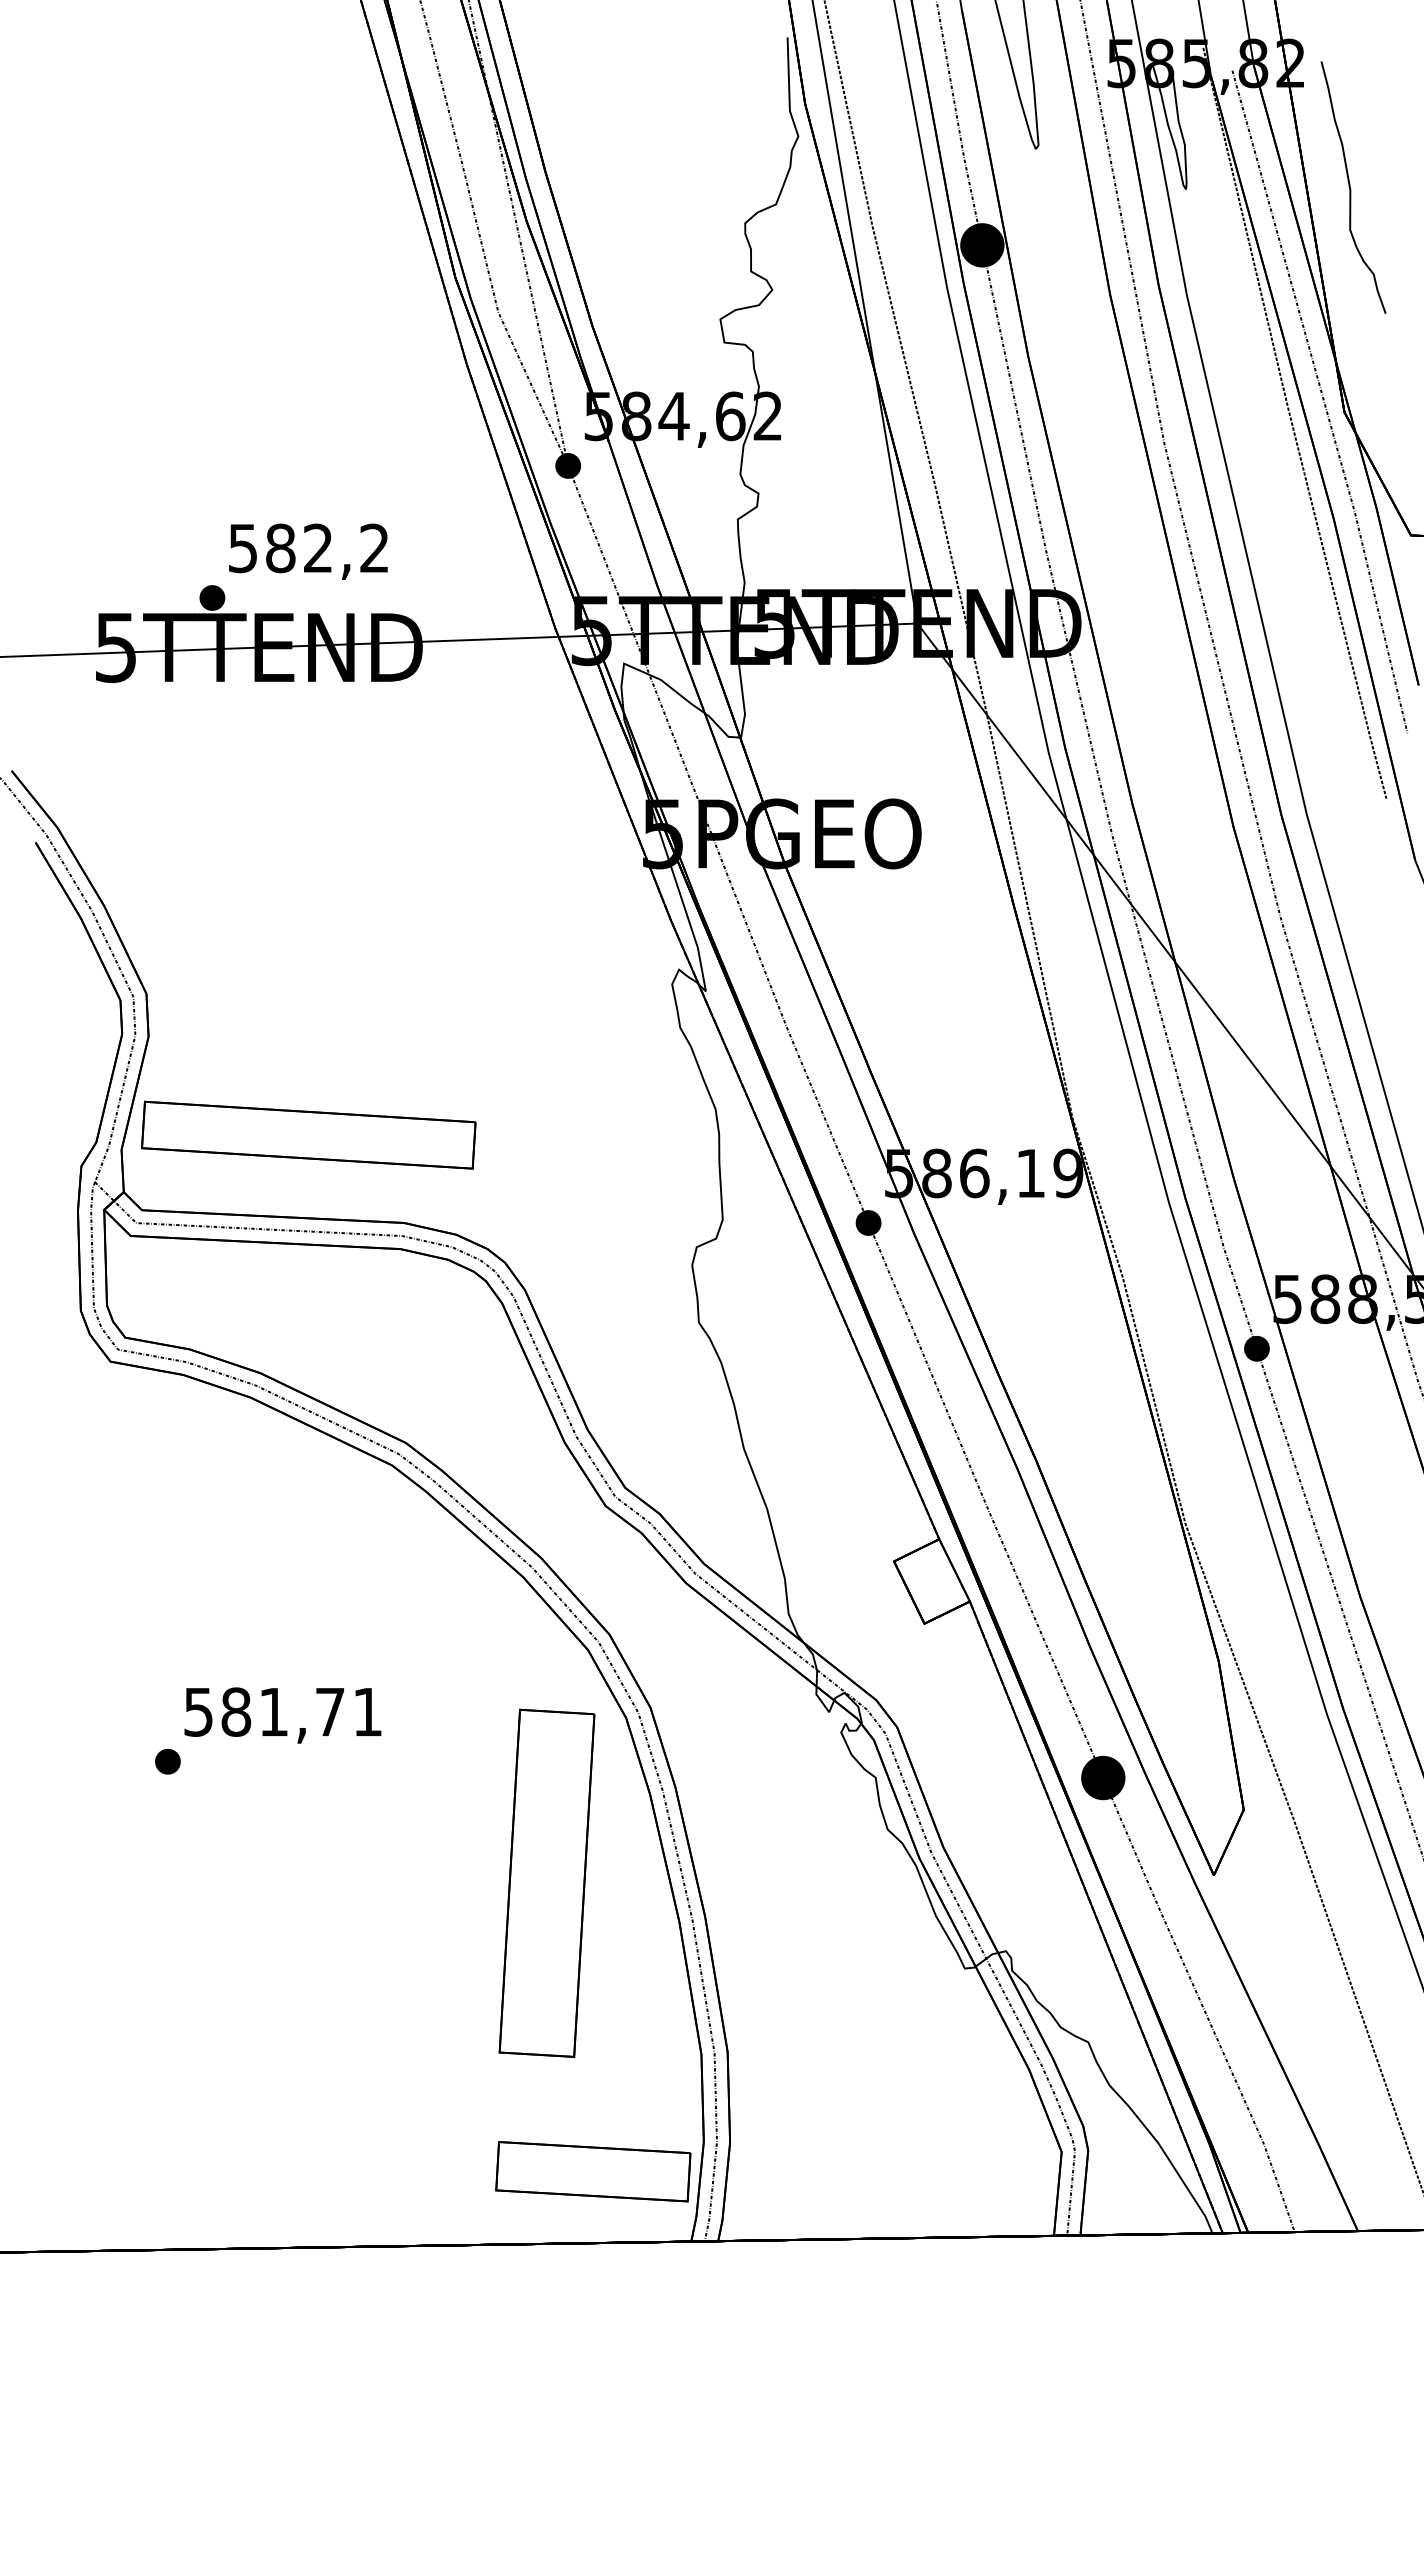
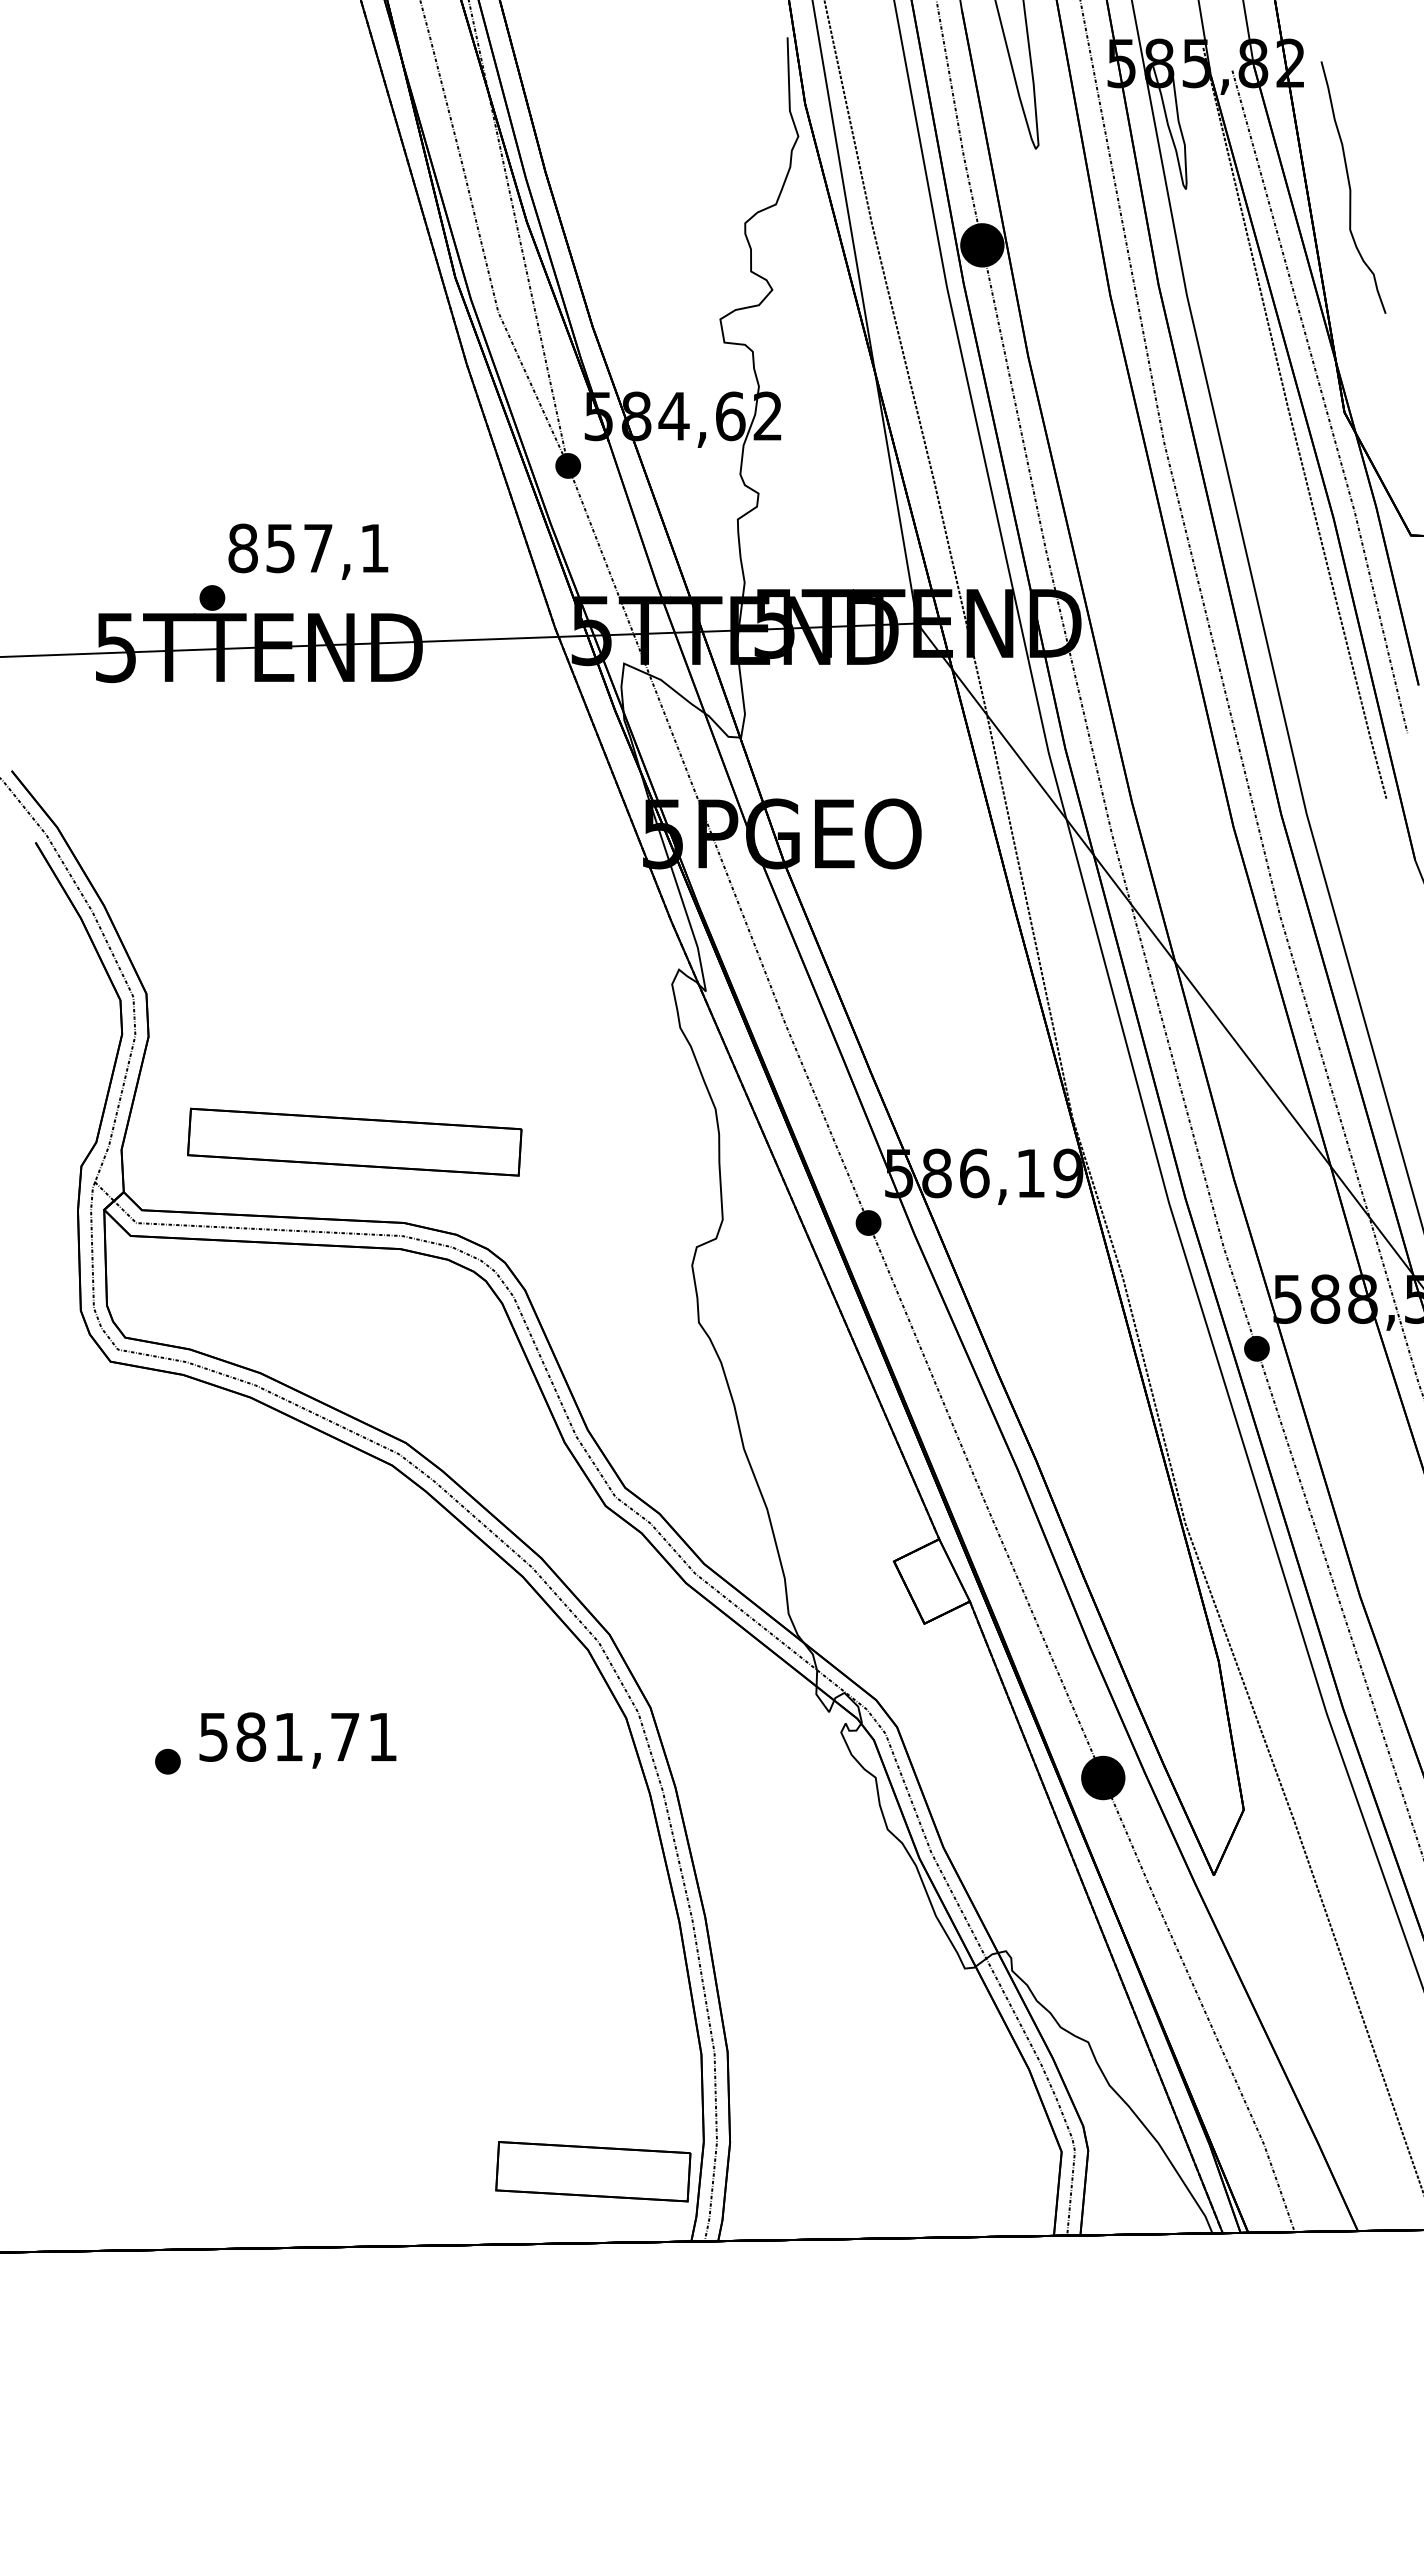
text at (308, 548): 582,2 -> 857,1
part at (308, 1134) position: (308, 1134) -> (354, 1141)
text at (282, 1715) position: (282, 1715) -> (297, 1740)
part at (546, 1882): present -> none
